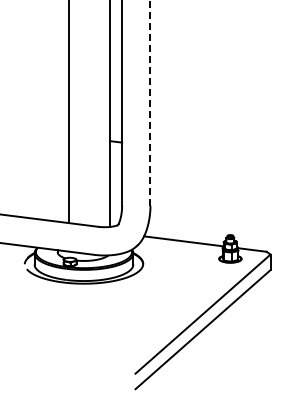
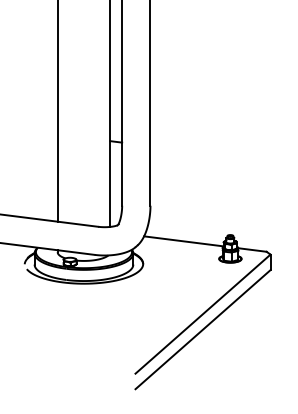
line at (150, 102): dashed -> solid
line at (68, 111) position: (68, 111) -> (57, 111)
